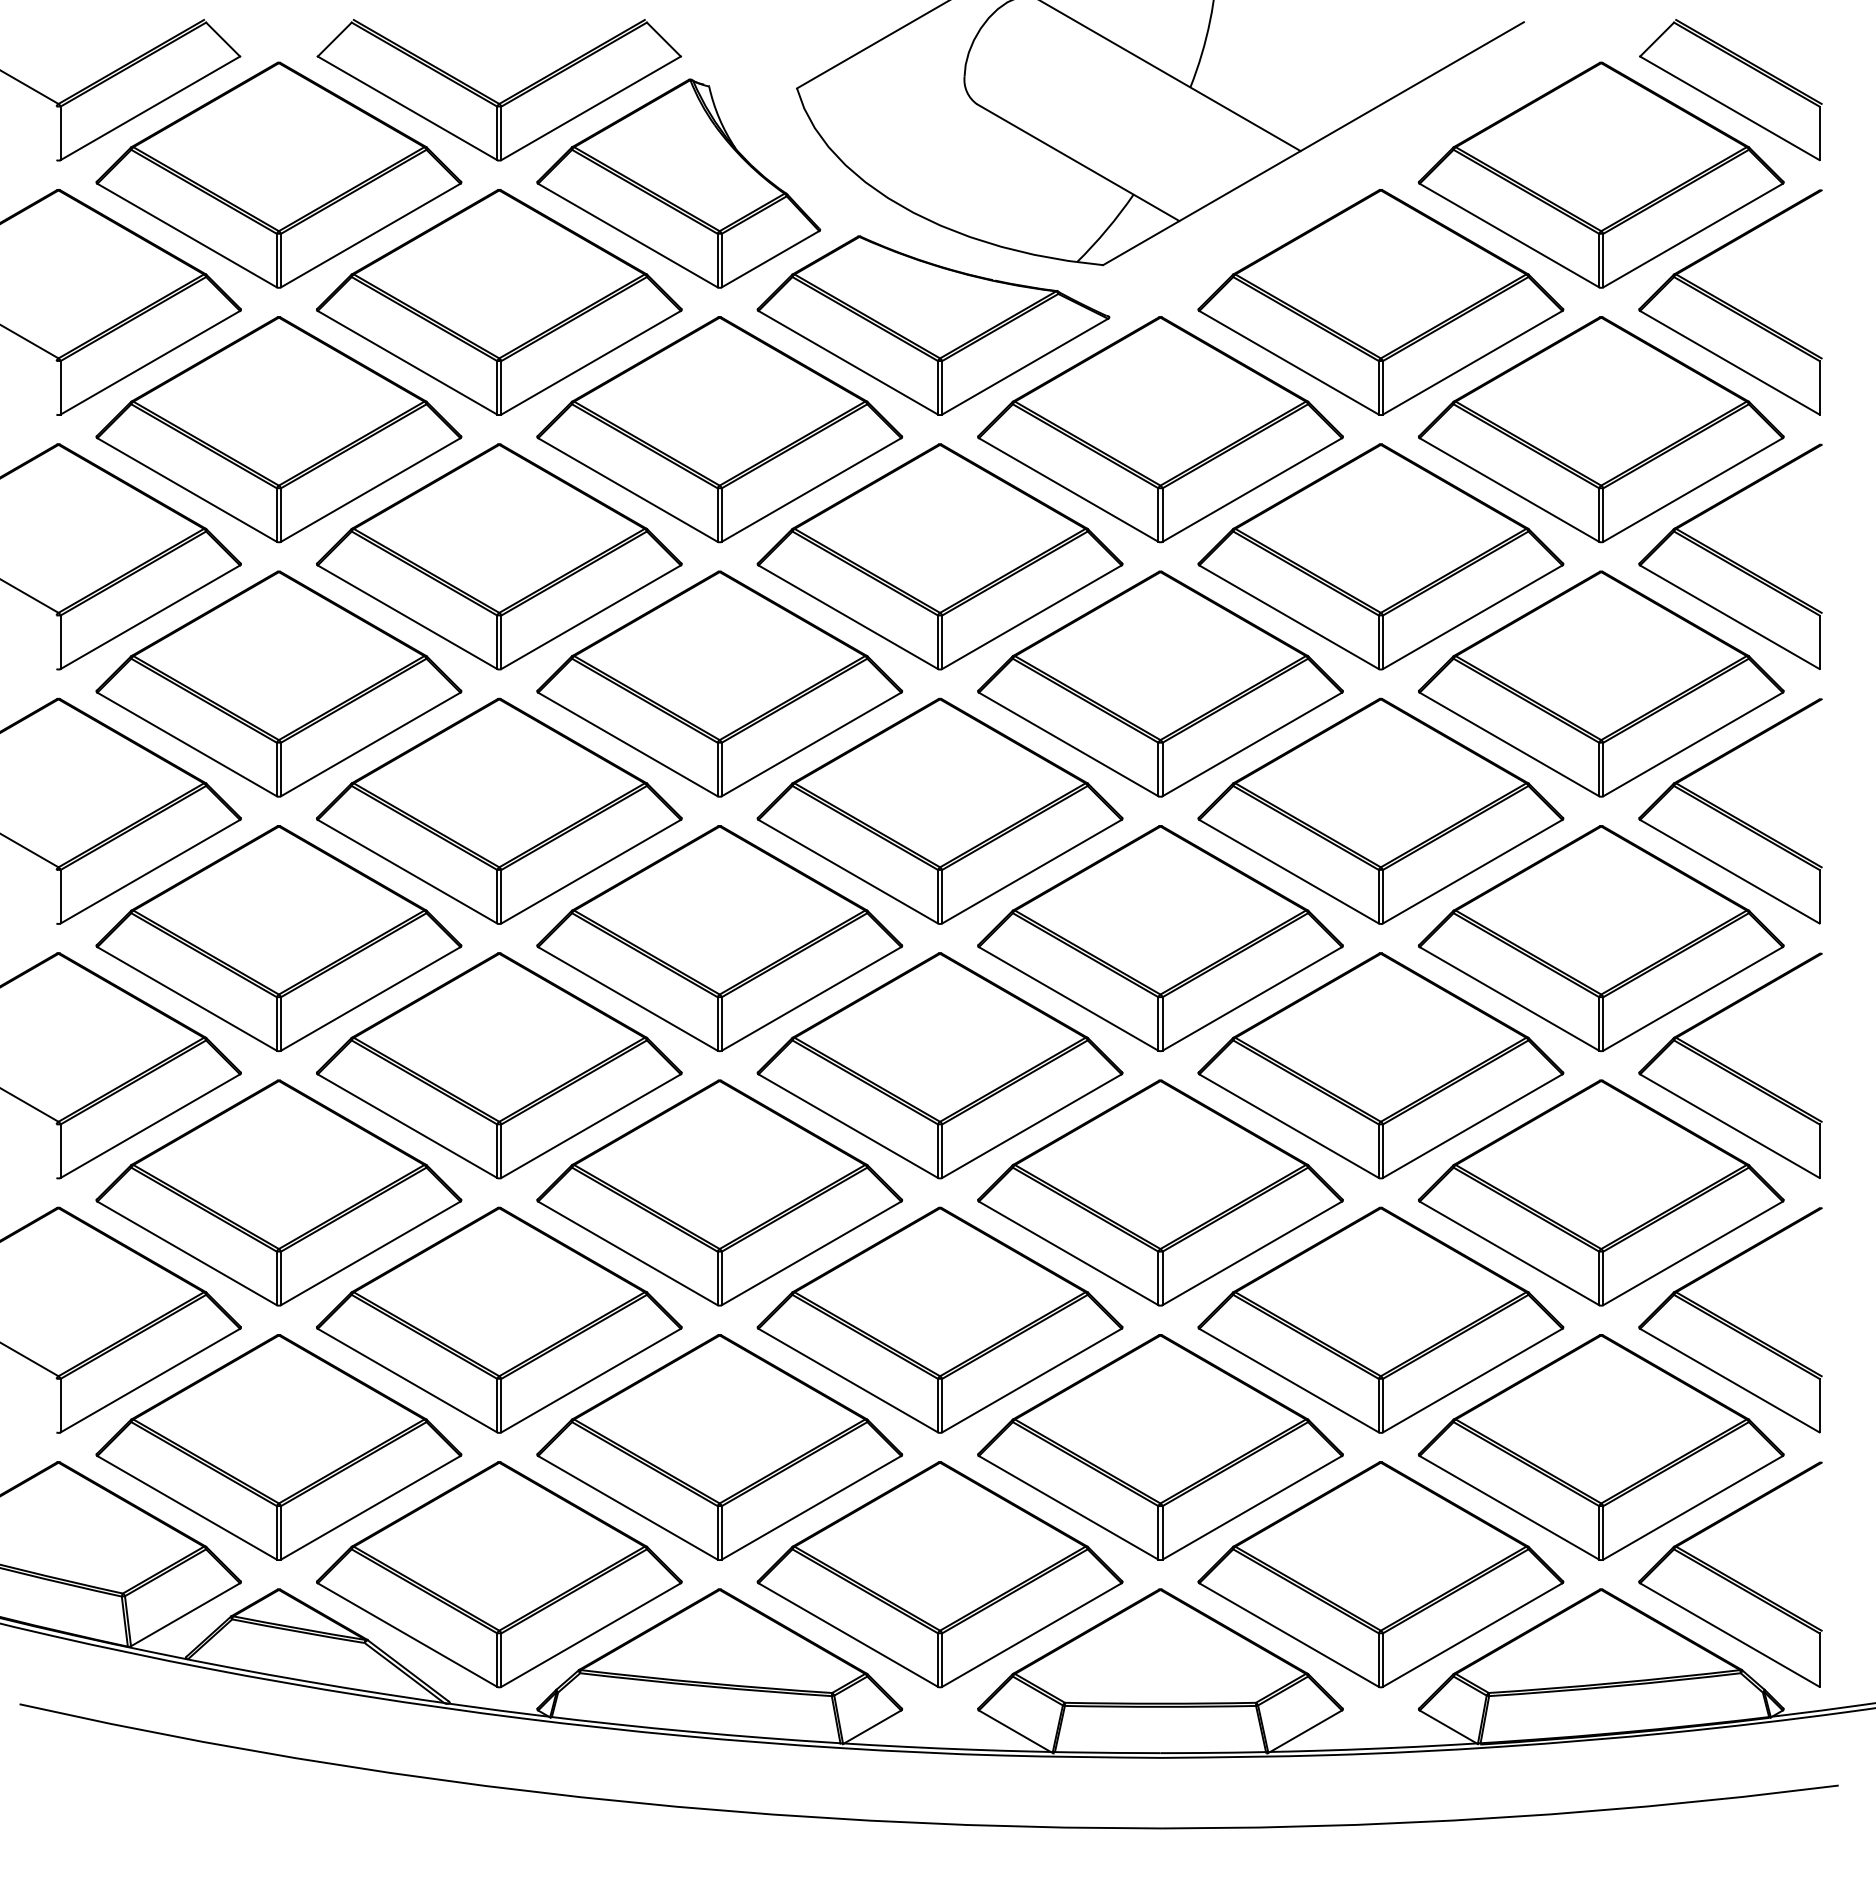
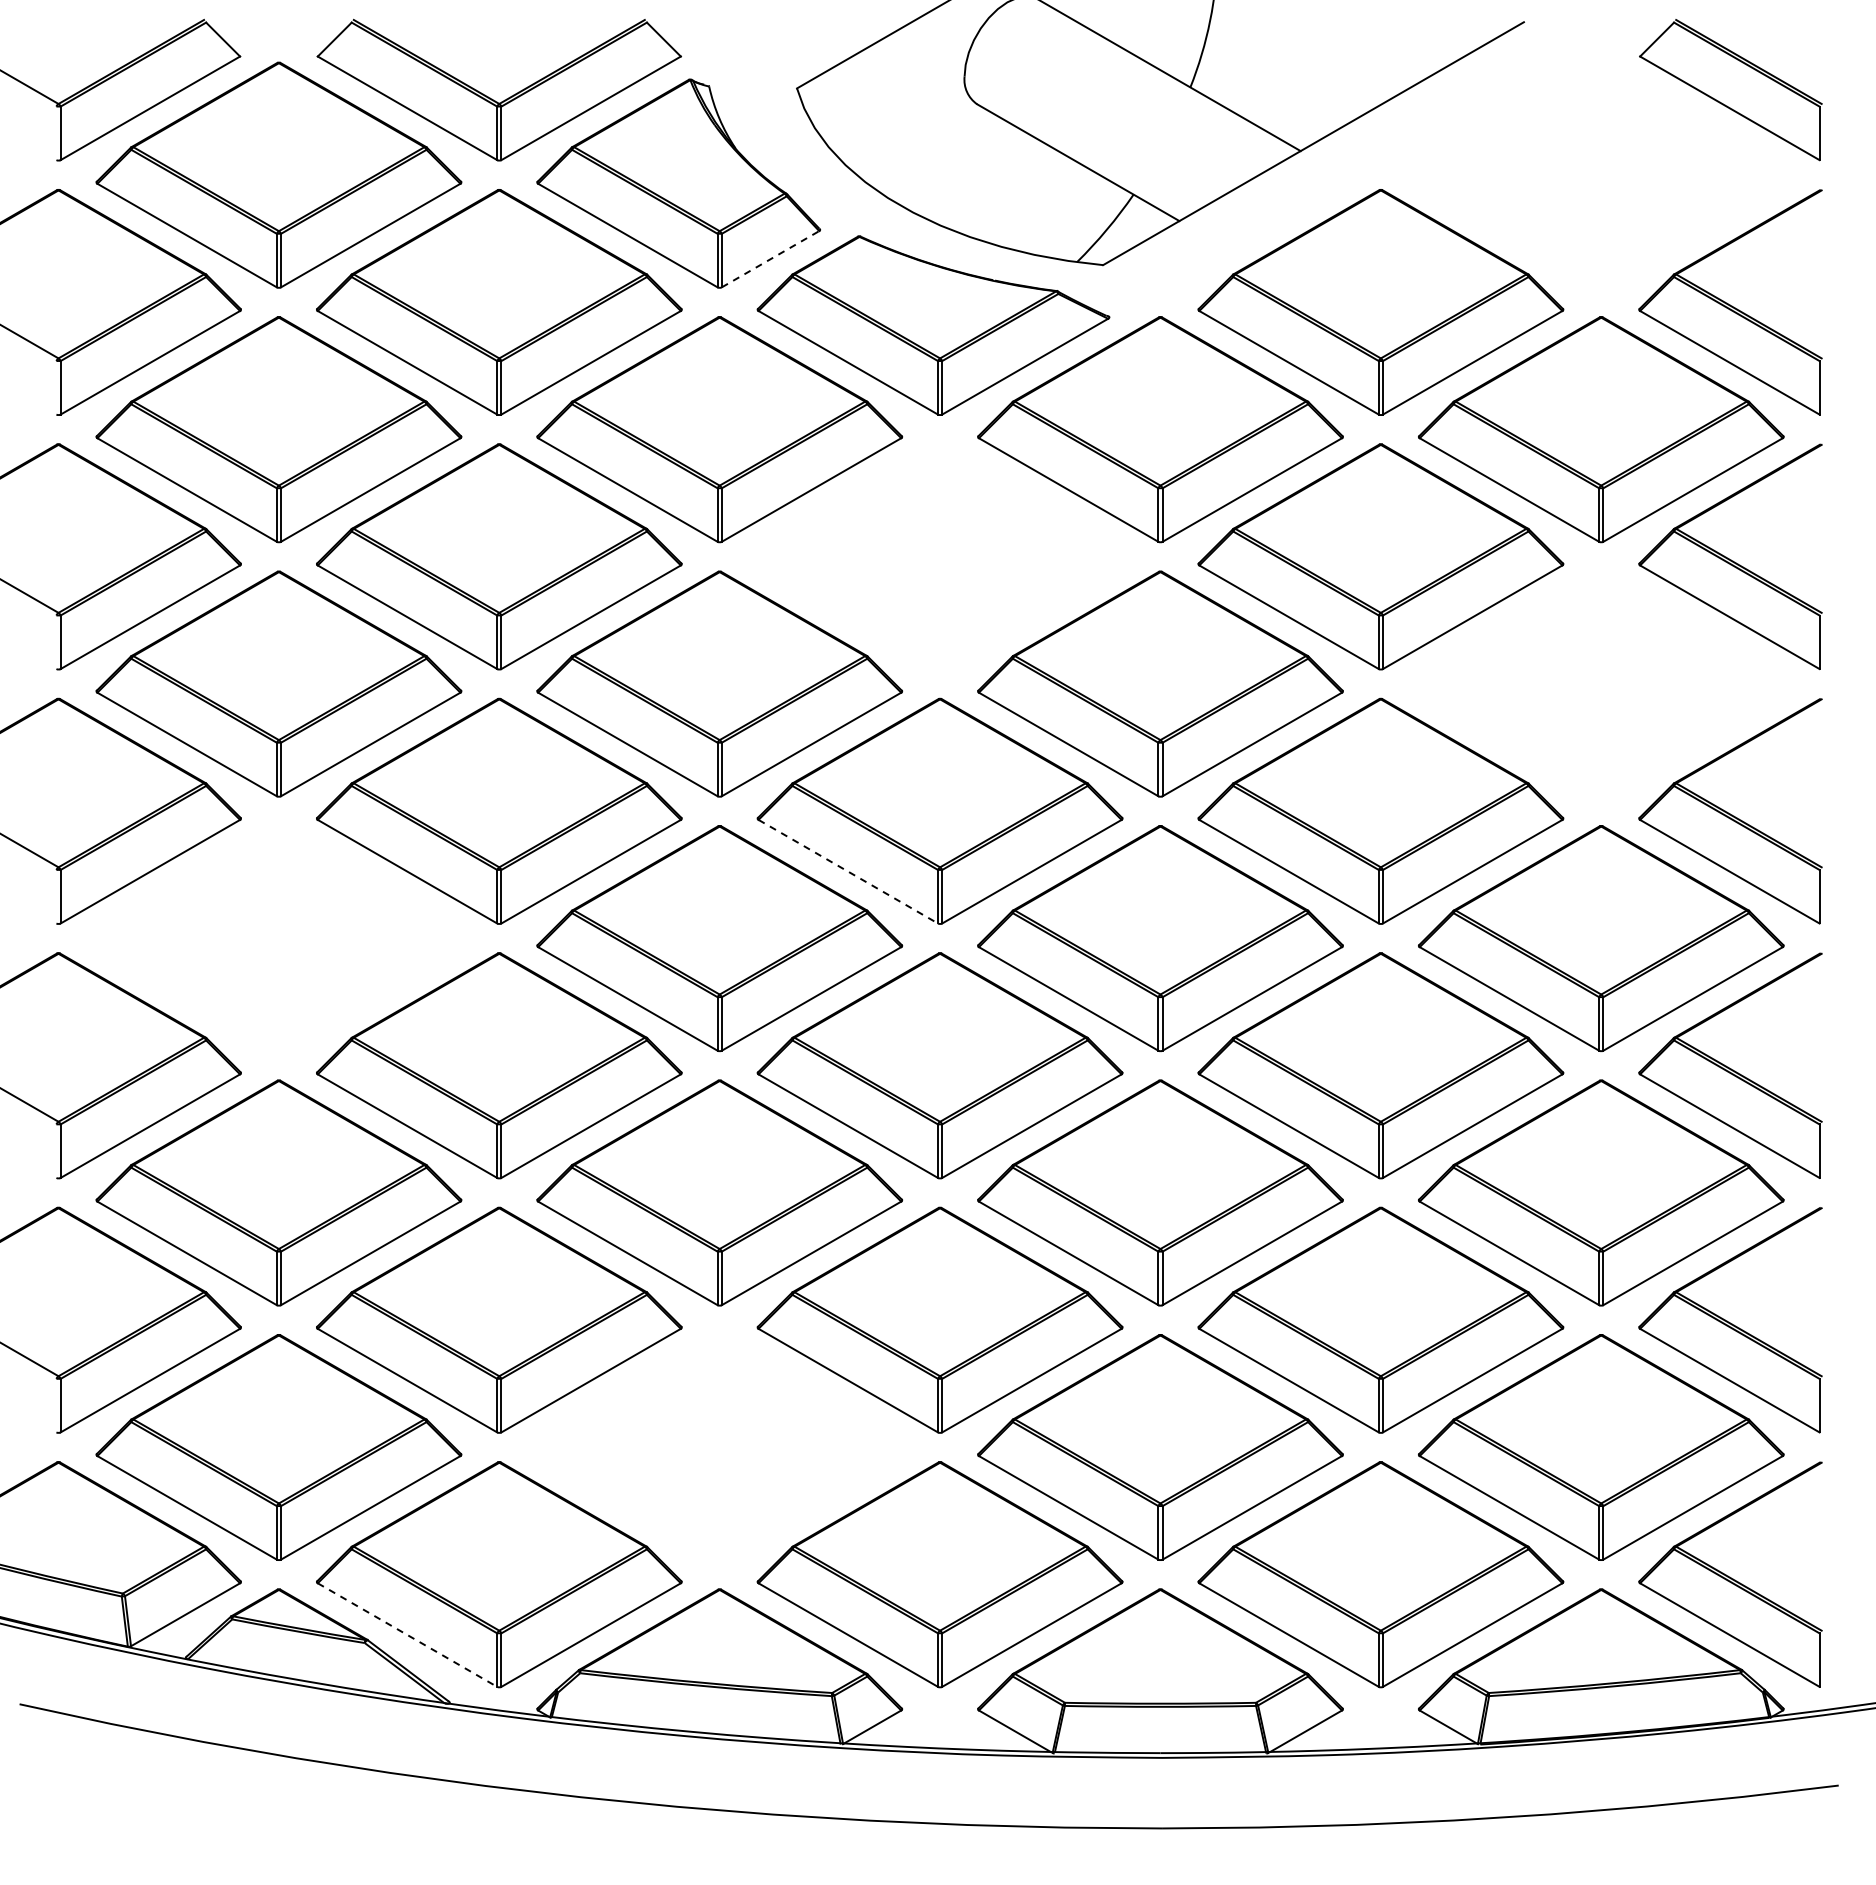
part at (1601, 174): present -> none
line at (770, 258): solid -> dashed
part at (939, 556): present -> none
part at (1601, 683): present -> none
line at (848, 871): solid -> dashed
part at (278, 938): present -> none
part at (719, 1447): present -> none
line at (407, 1635): solid -> dashed
